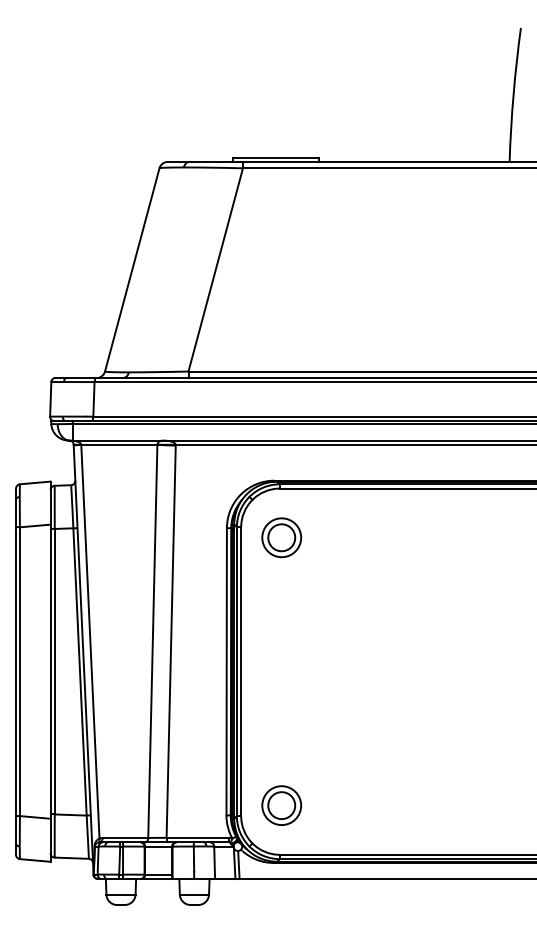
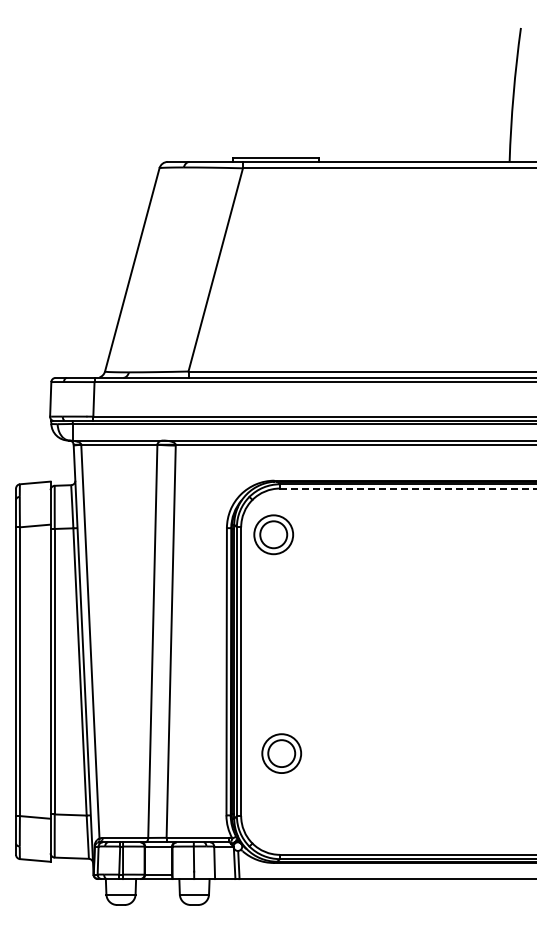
line at (408, 488): solid -> dashed
part at (281, 537) position: (281, 537) -> (273, 534)
part at (281, 805) position: (281, 805) -> (281, 753)
